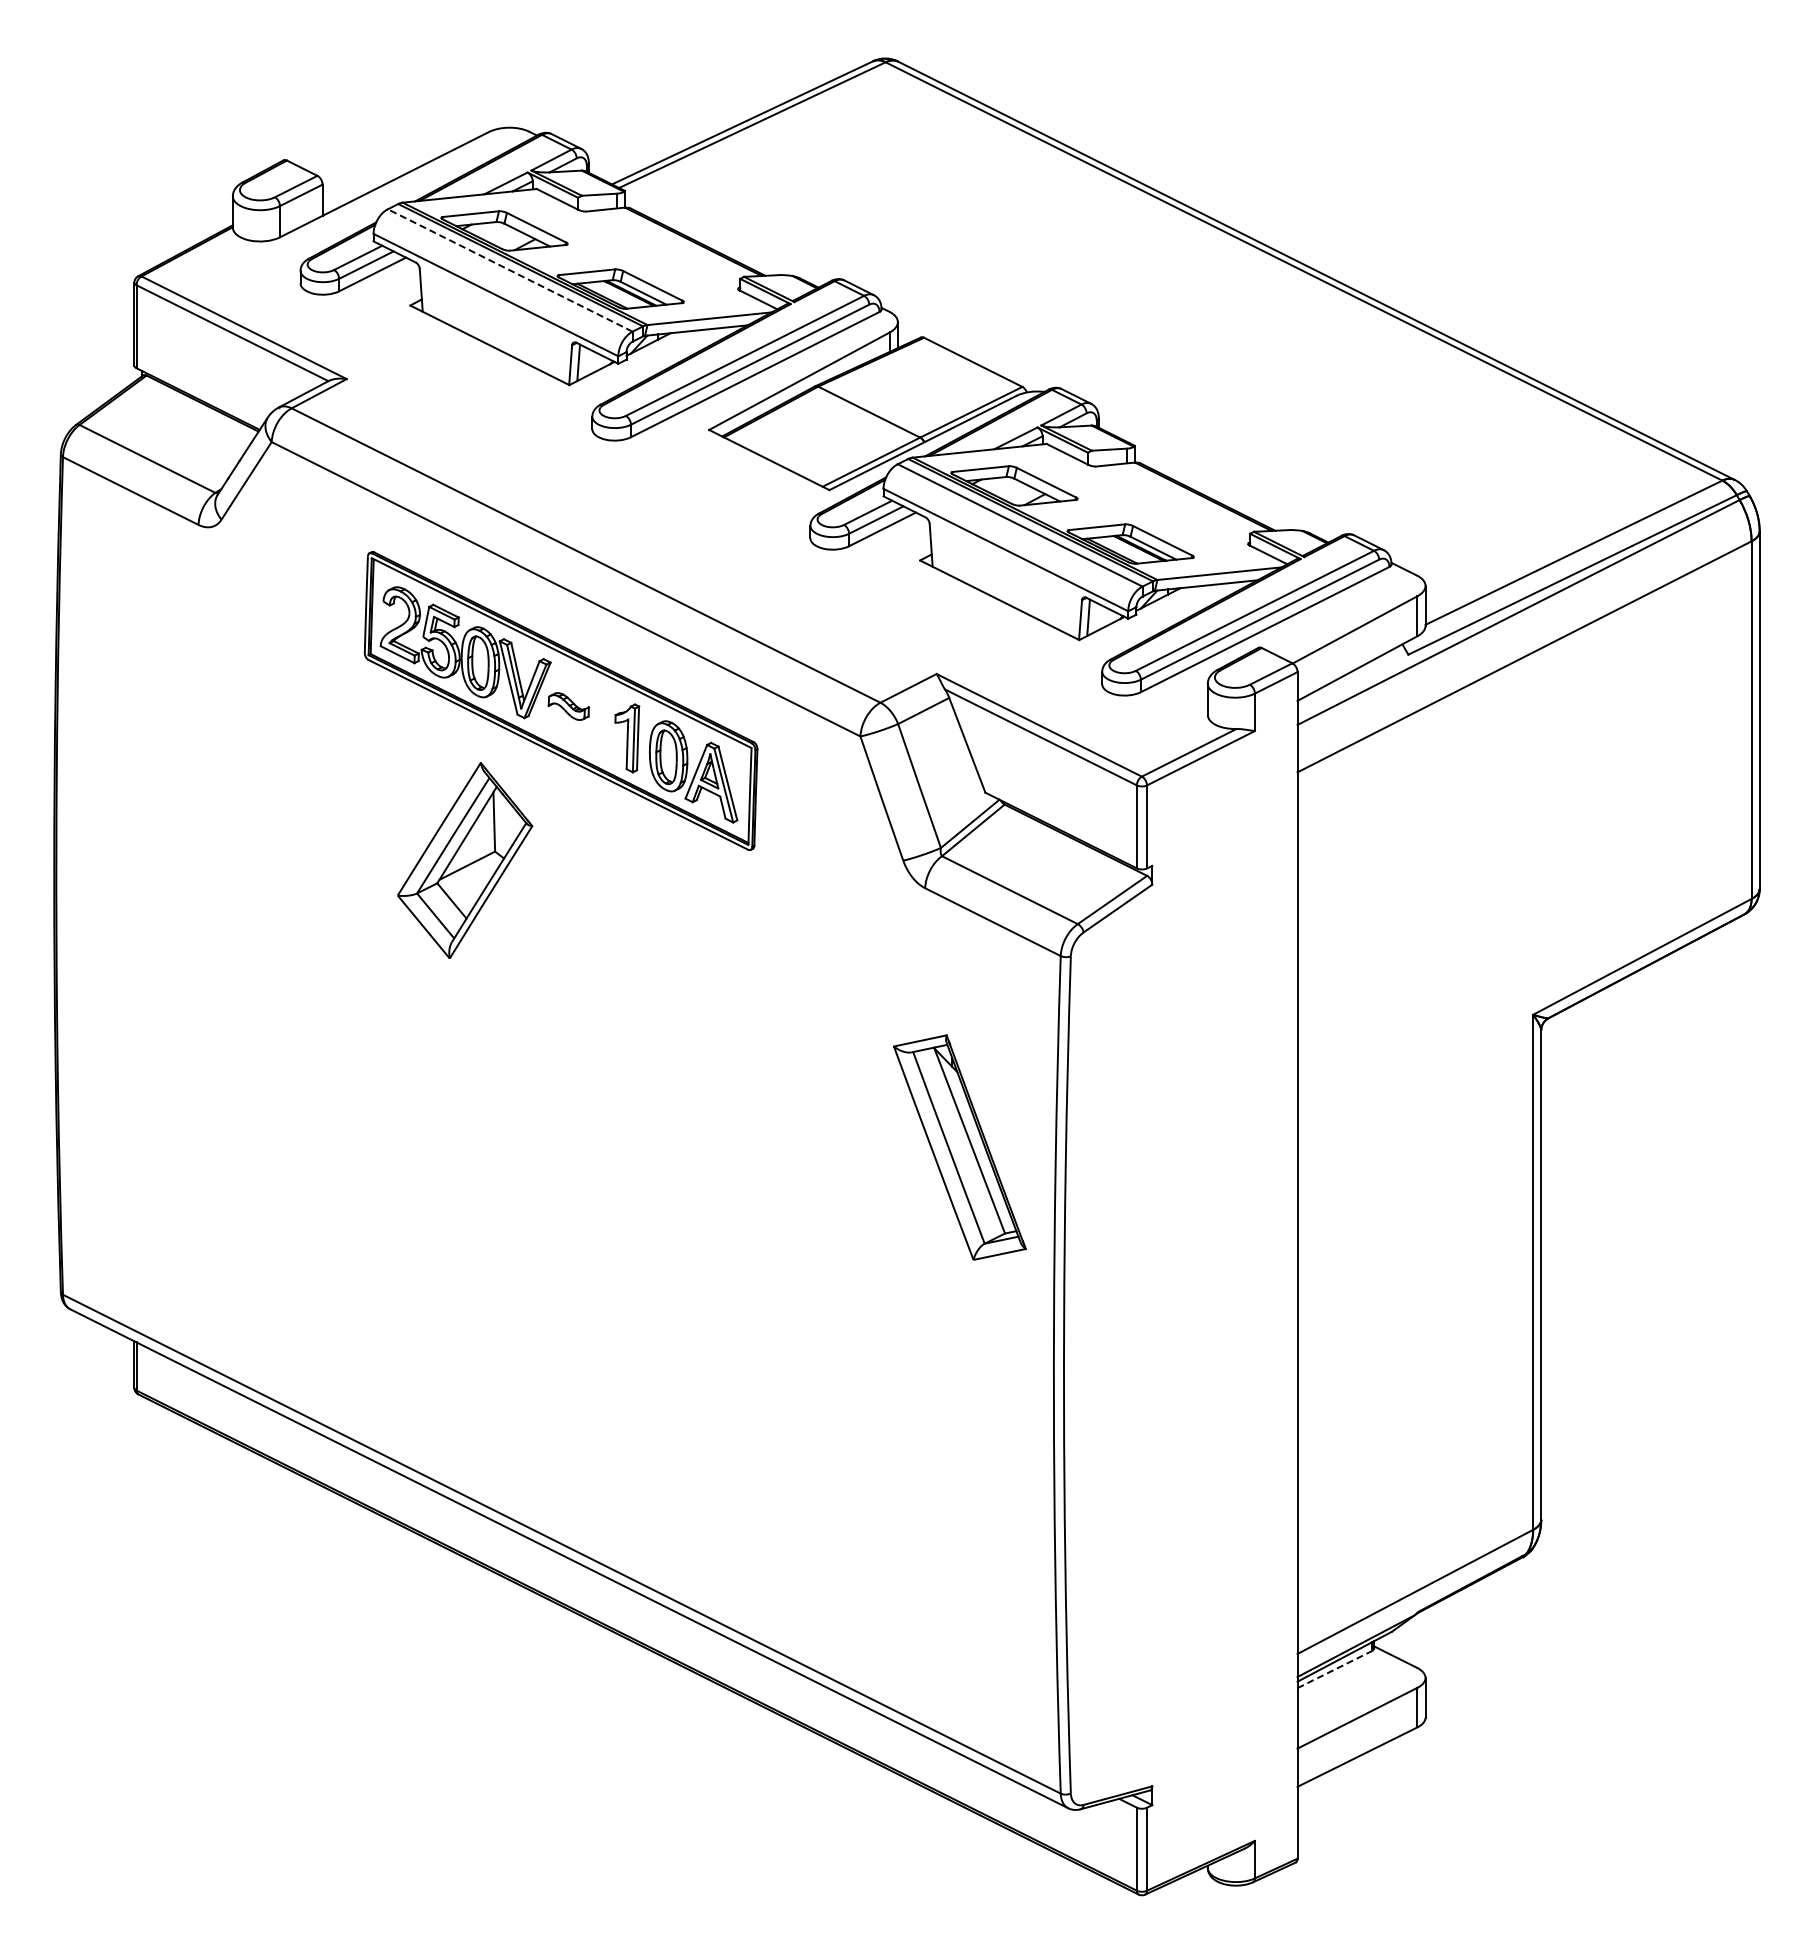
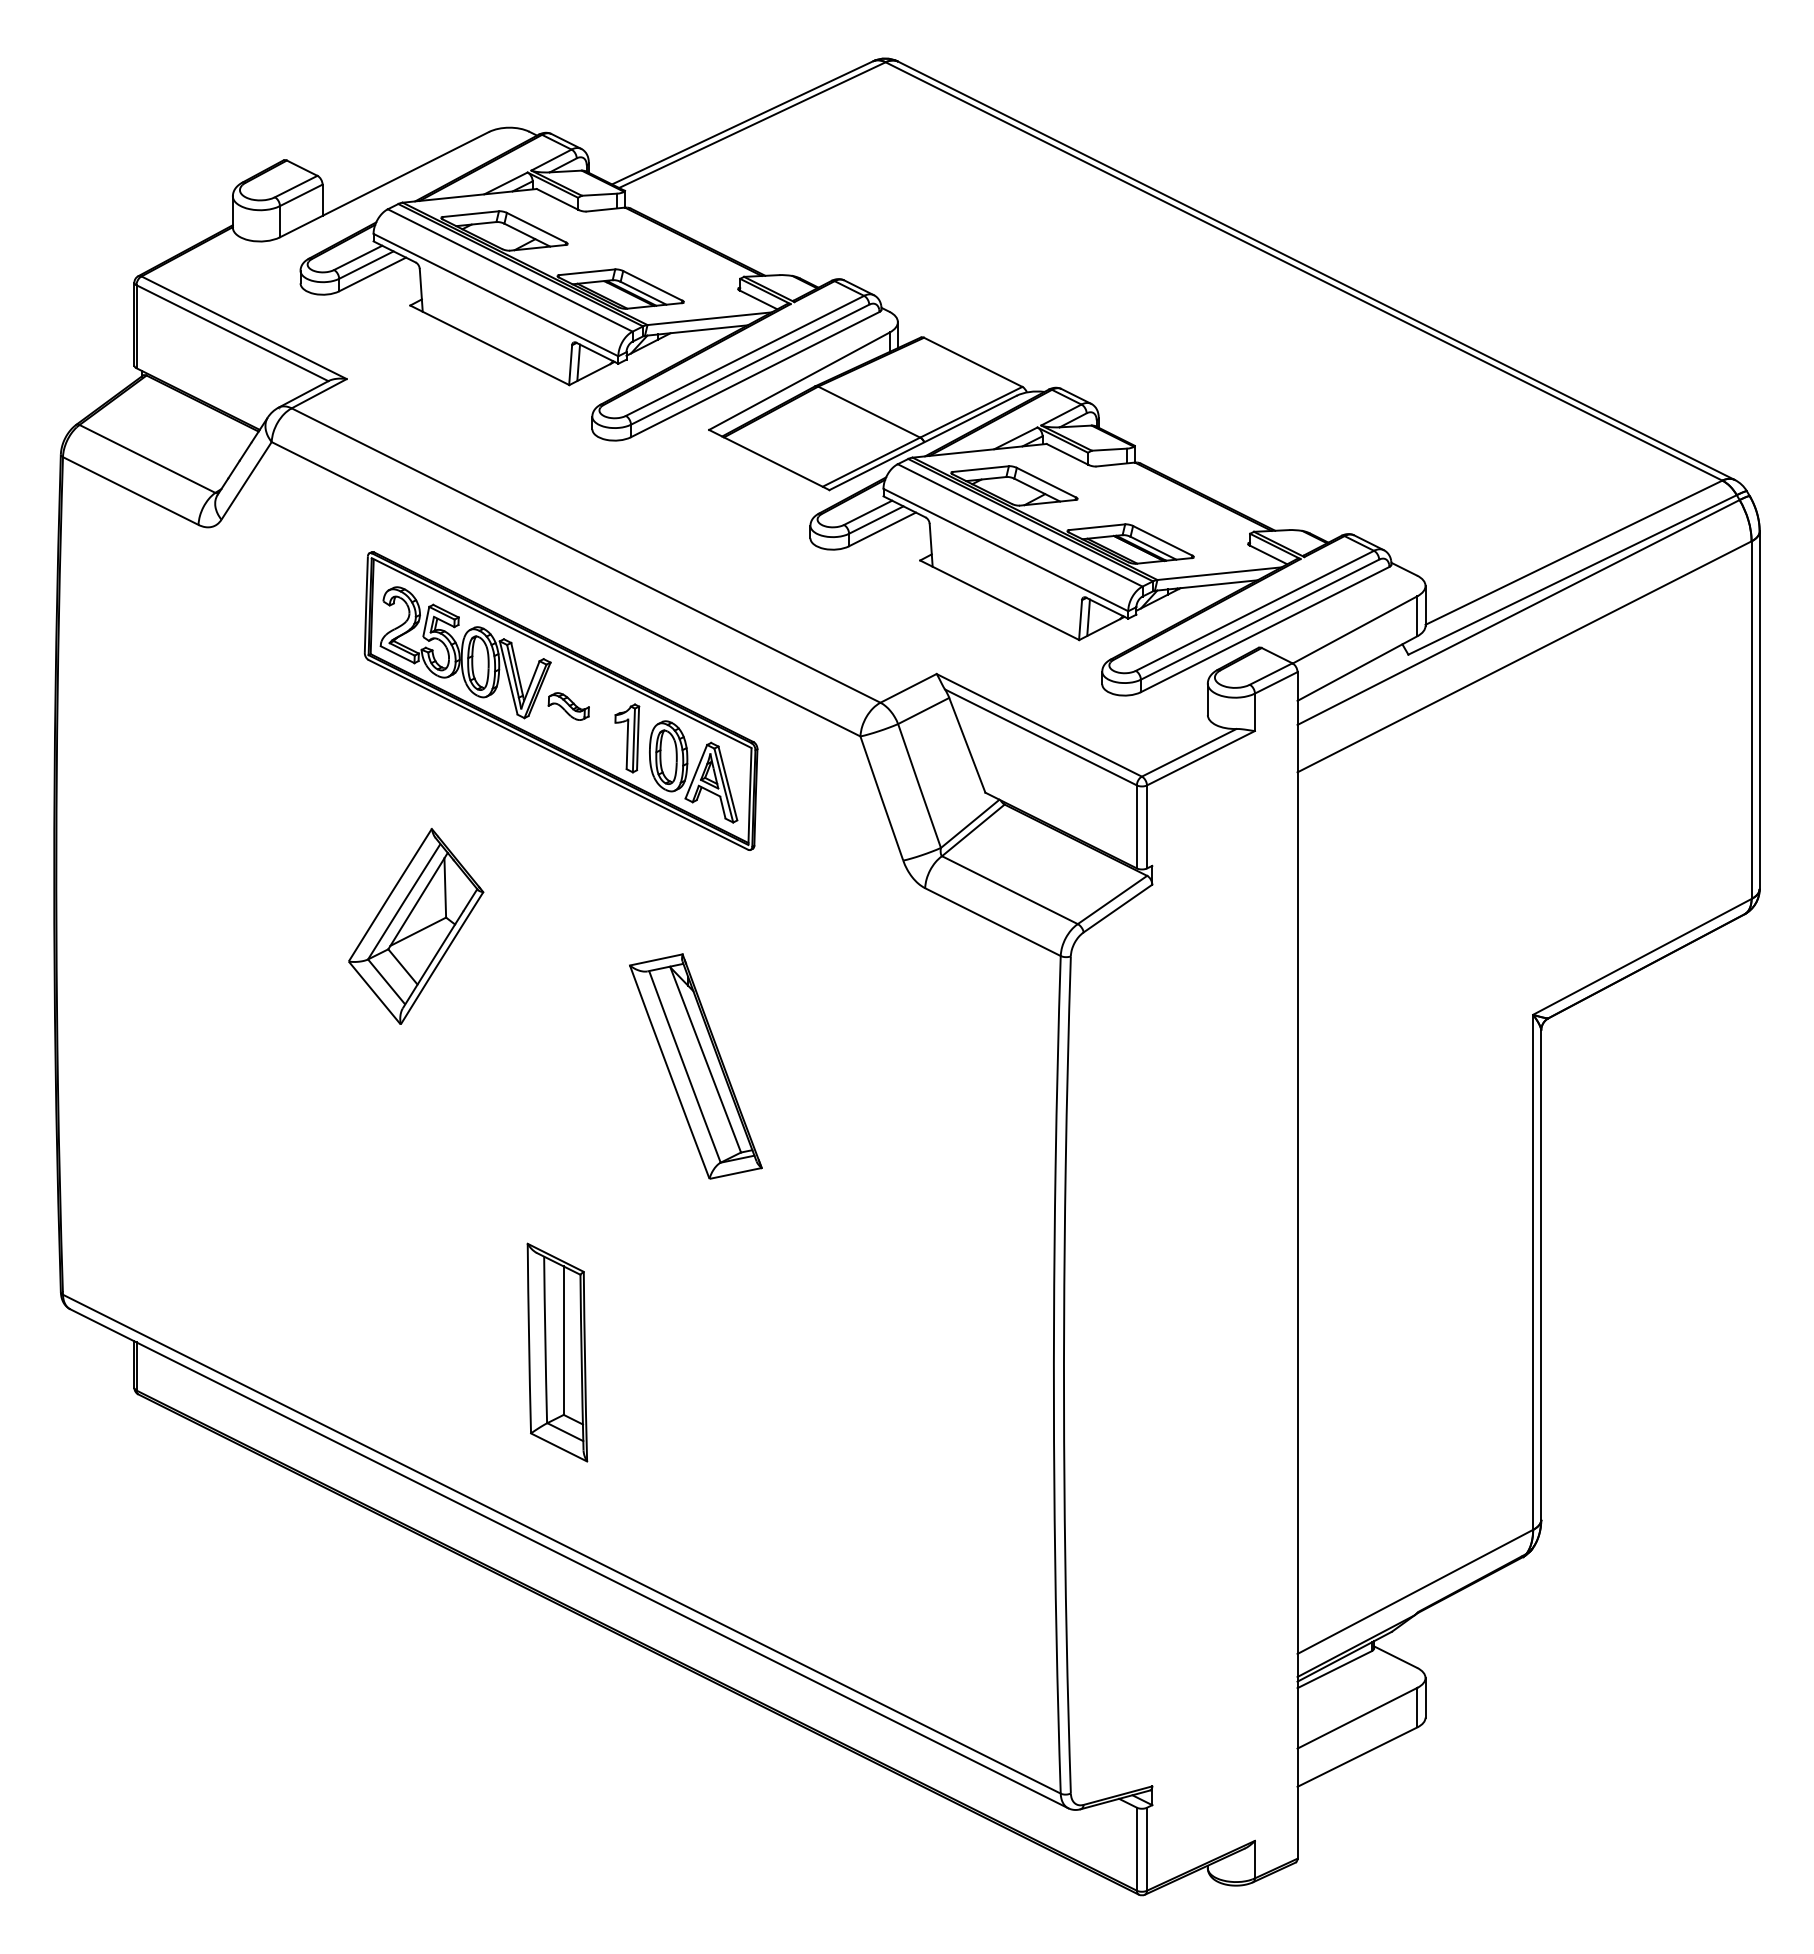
line at (510, 270): dashed -> solid
part at (465, 860) position: (465, 860) -> (416, 926)
part at (959, 1147) position: (959, 1147) -> (695, 1066)
part at (557, 1352): none -> present
line at (1335, 1669): dashed -> solid
